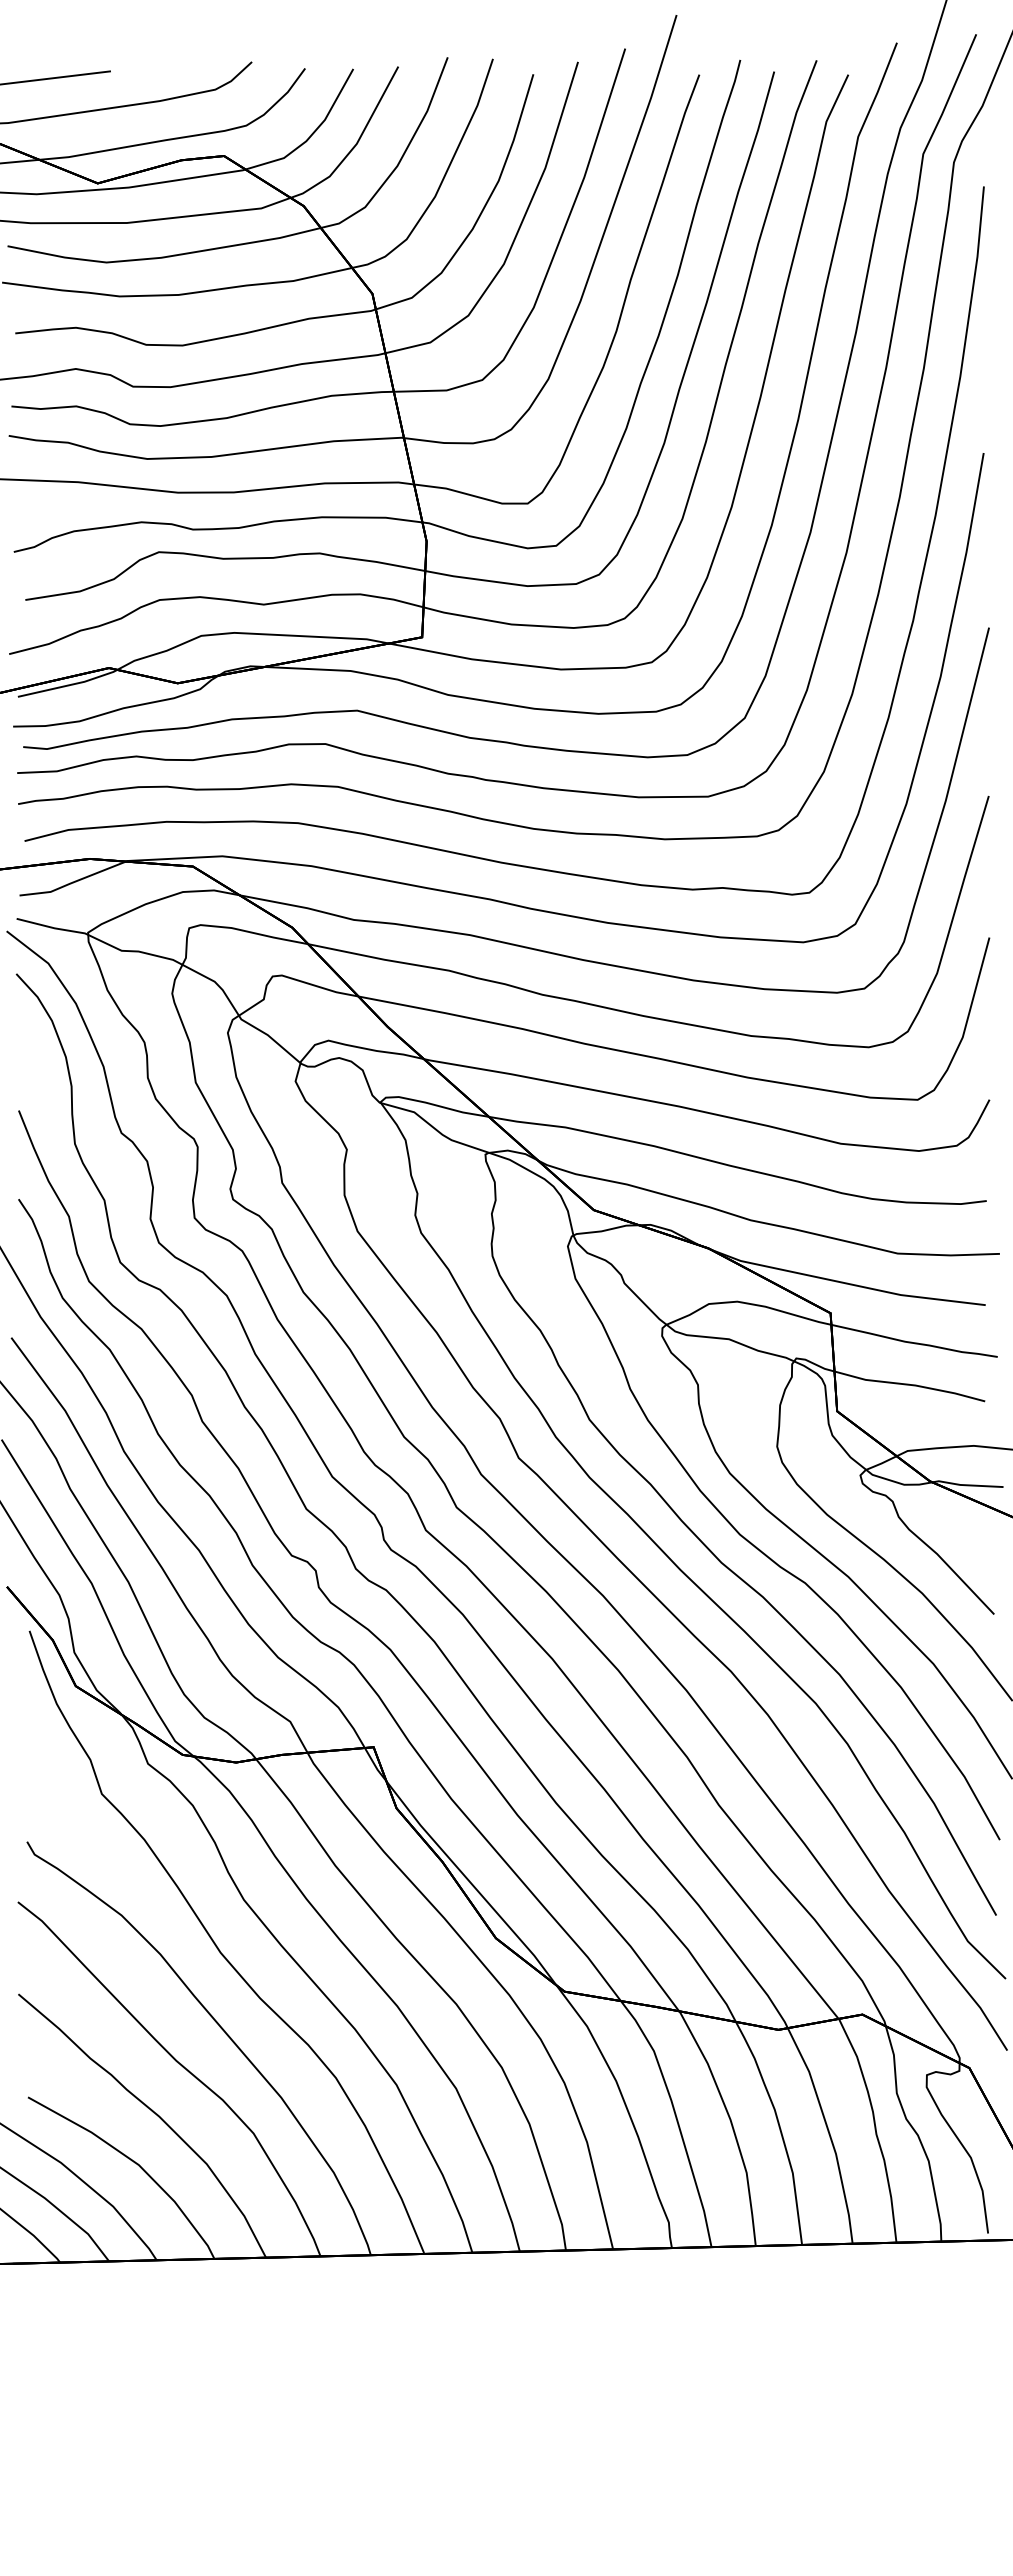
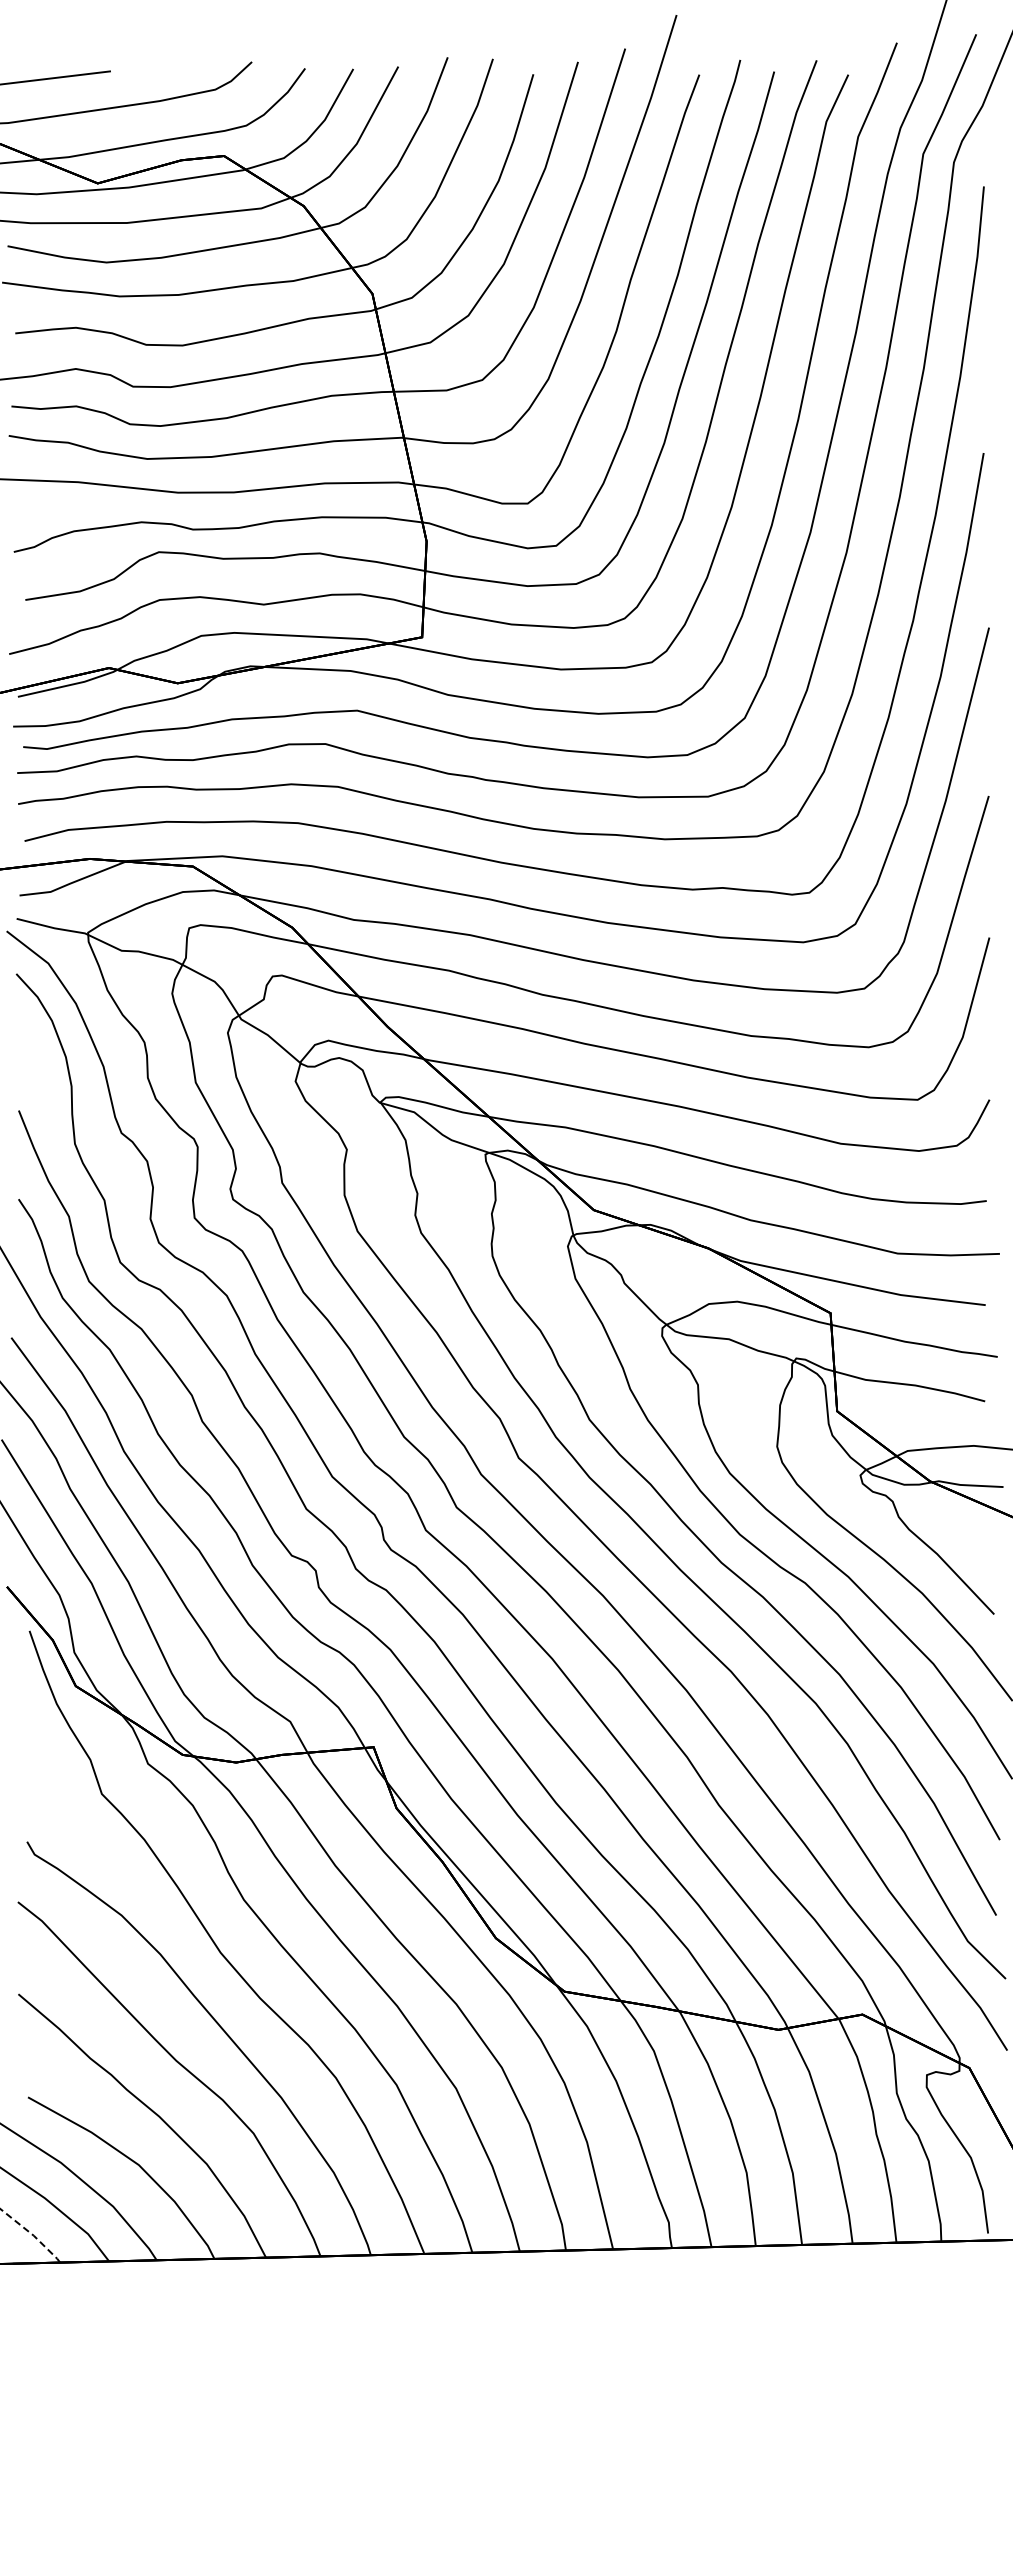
line at (32, 2234): solid -> dashed
